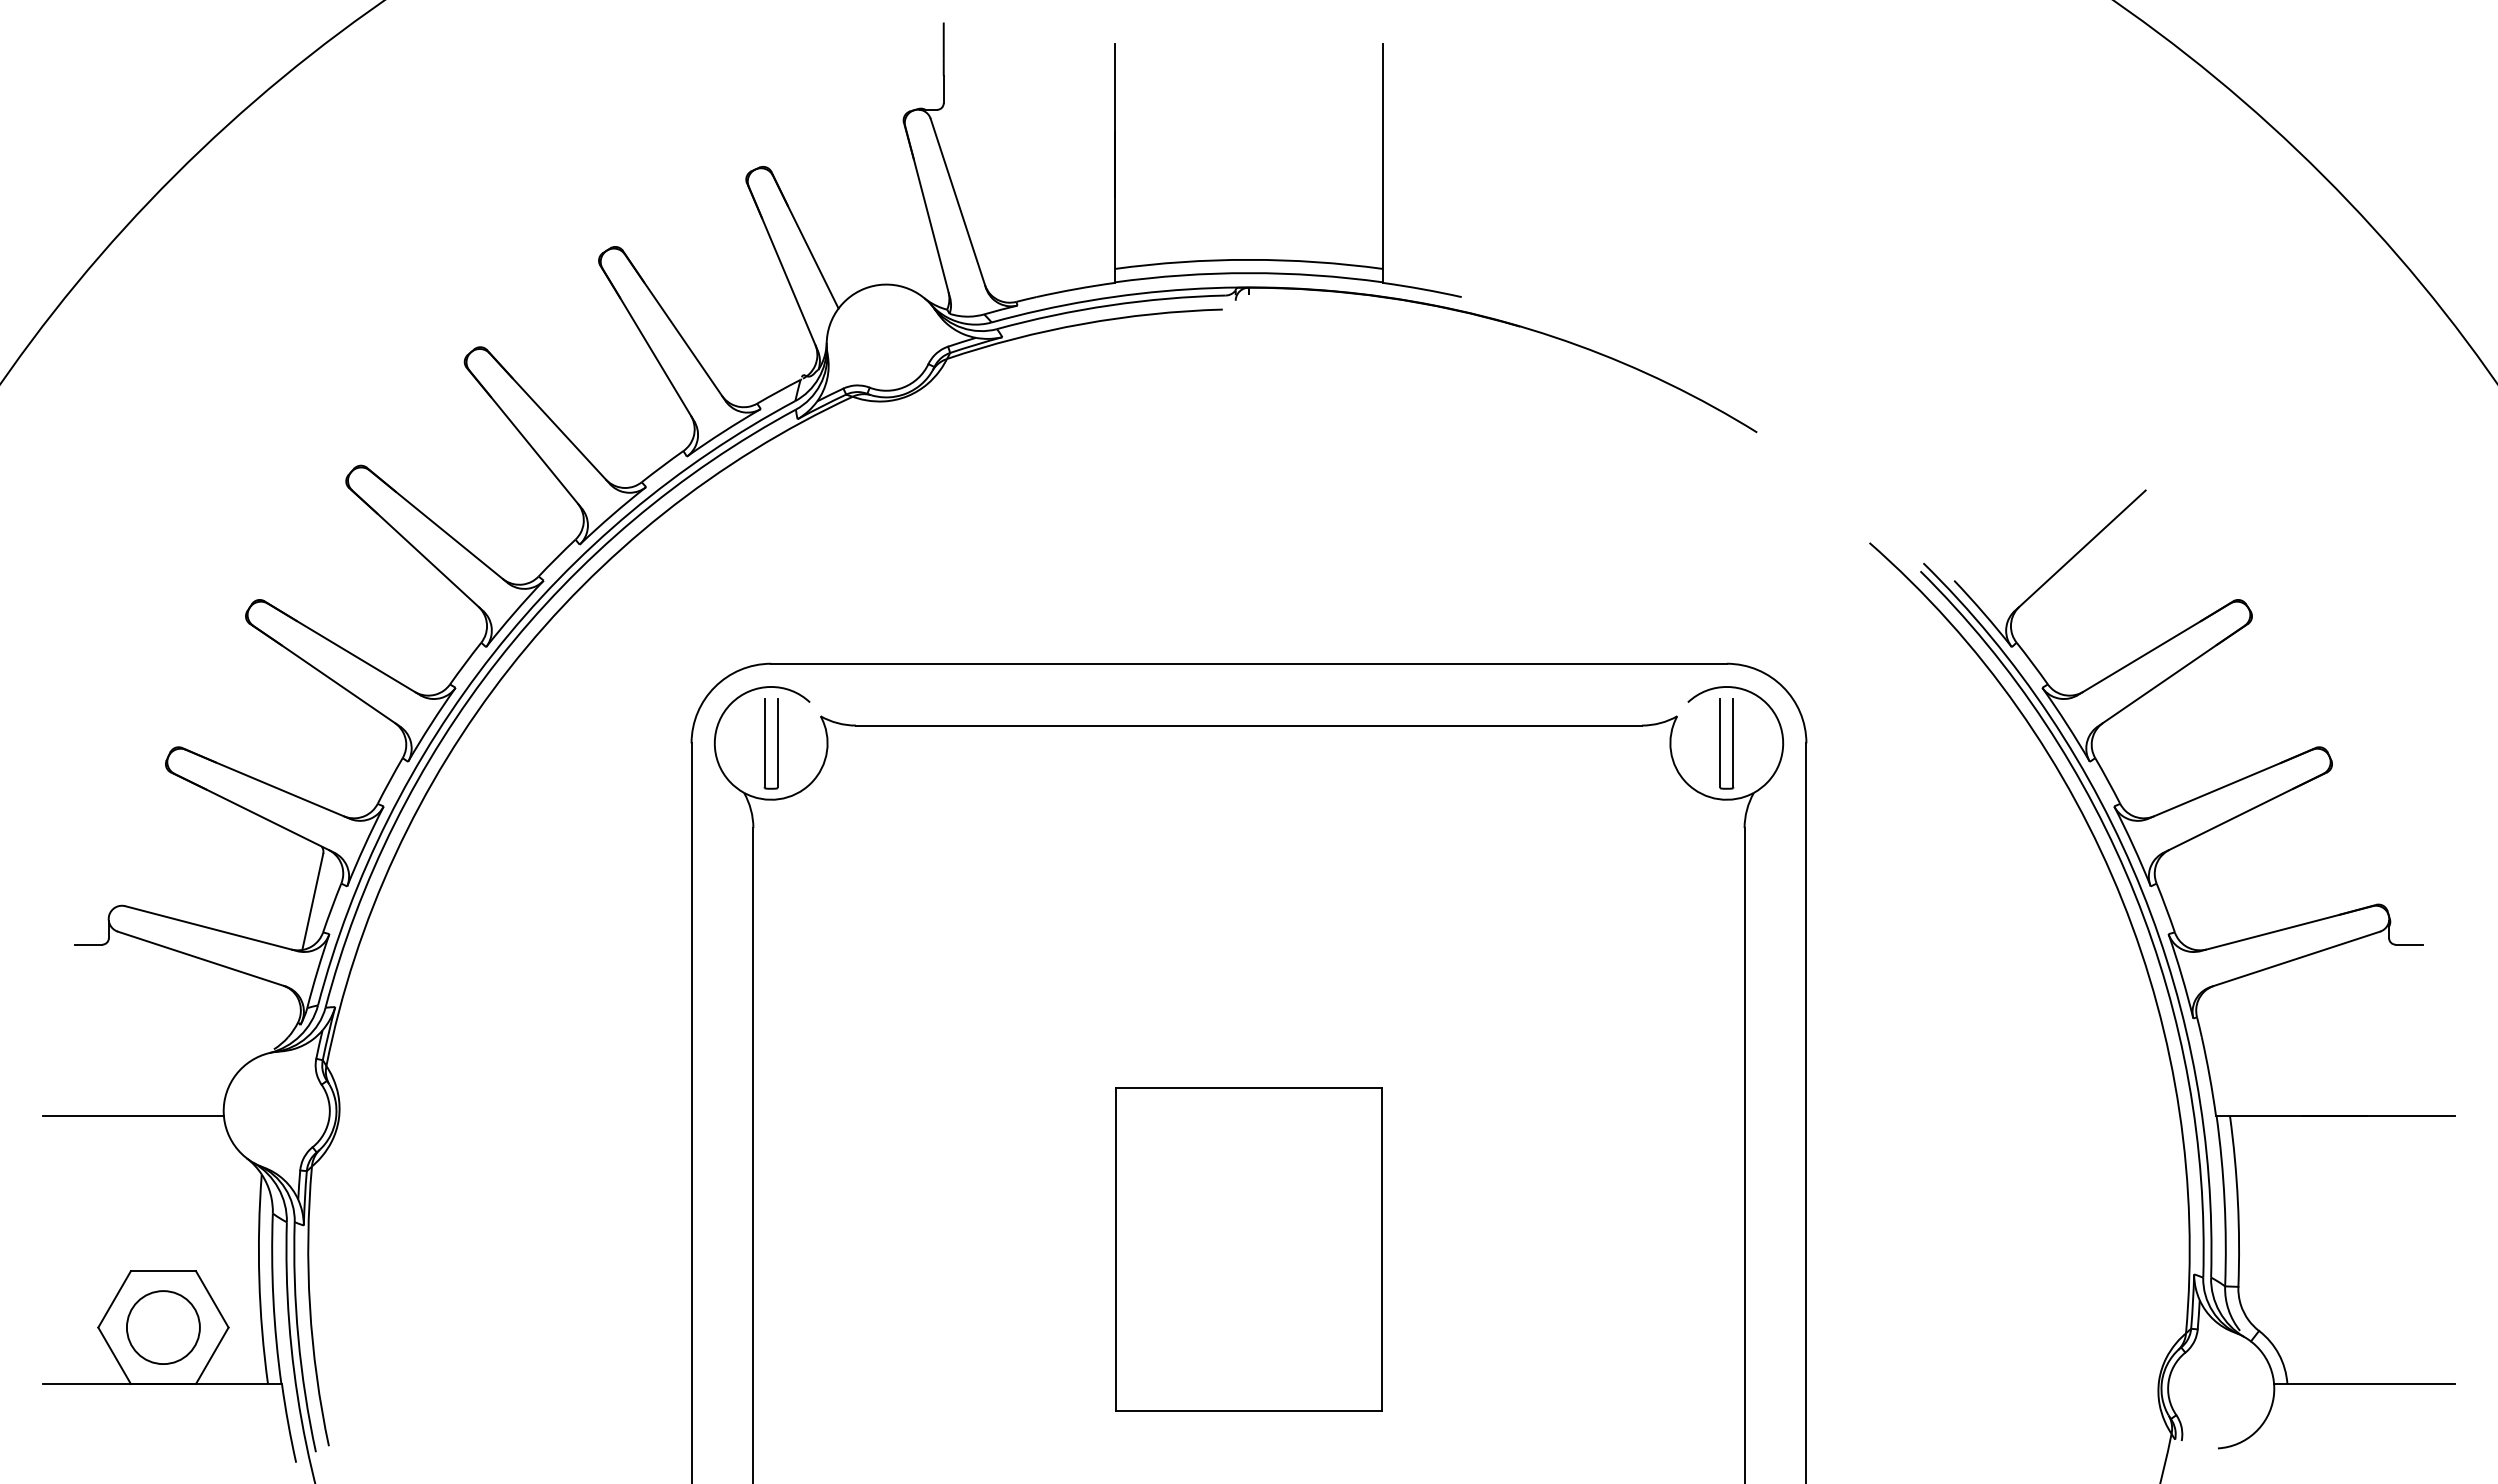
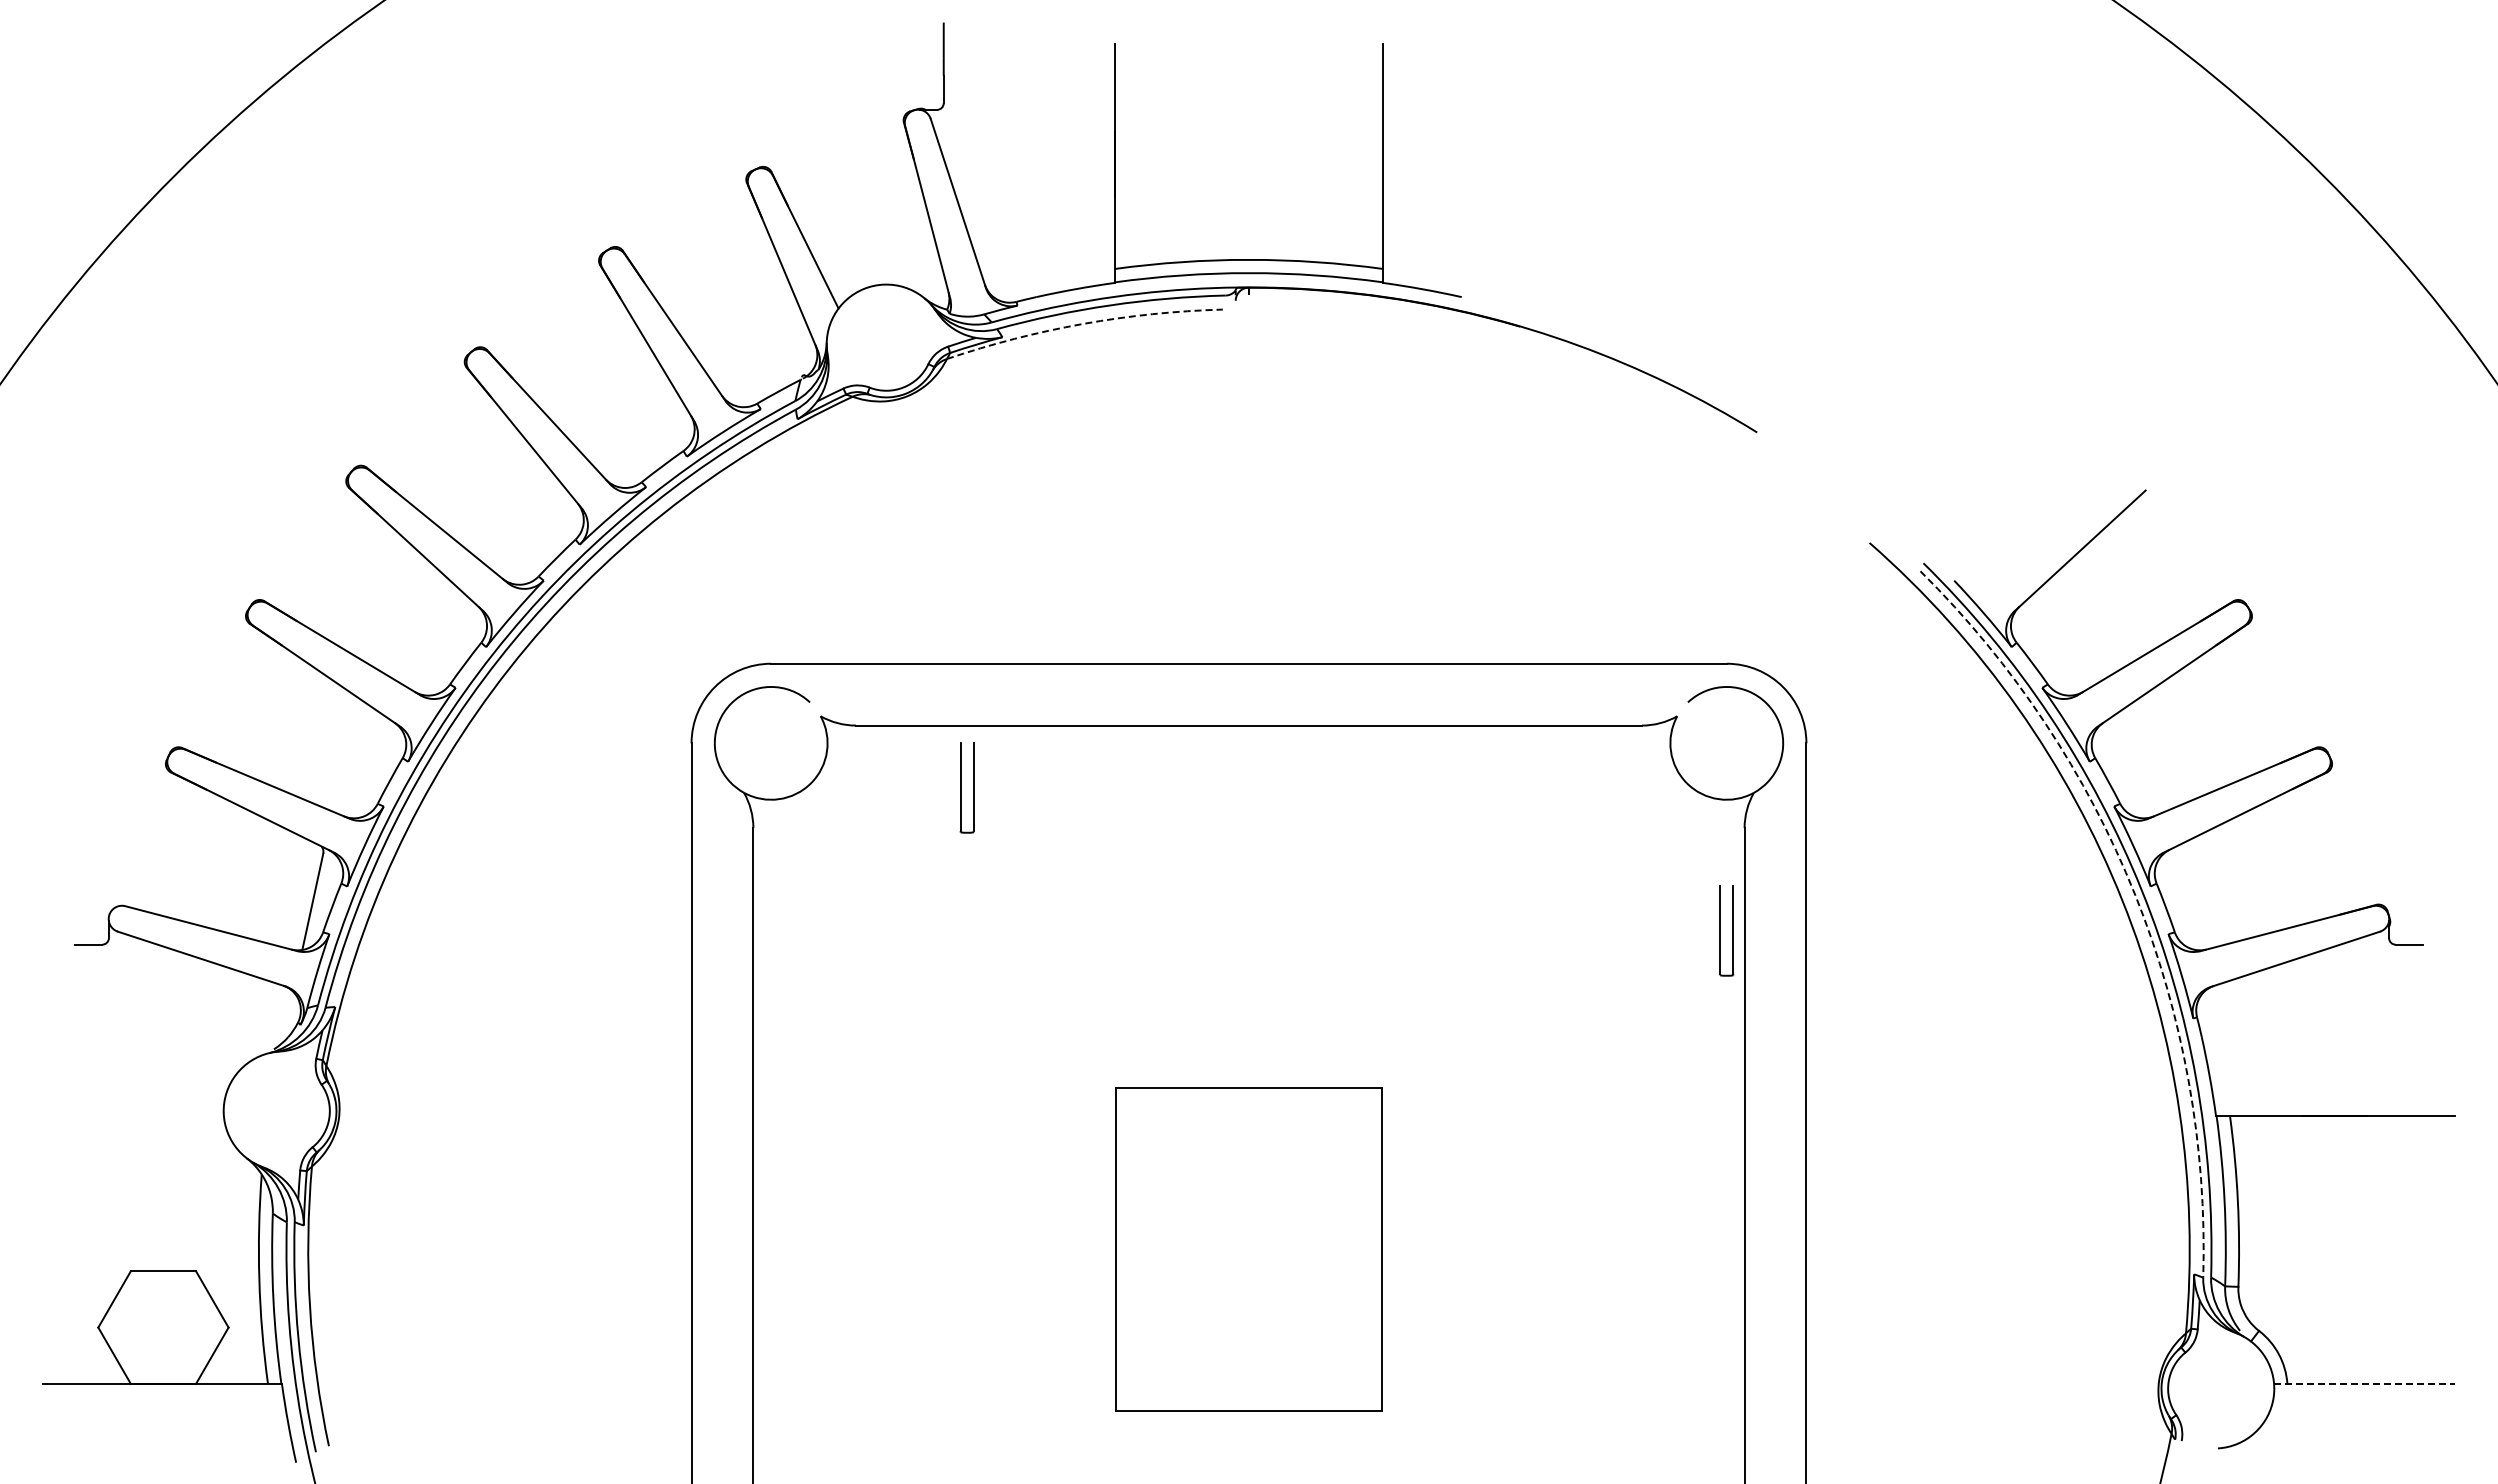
arc at (1083, 323): solid -> dashed
part at (770, 743) position: (770, 743) -> (966, 787)
part at (1726, 743) position: (1726, 743) -> (1726, 930)
arc at (2135, 895): solid -> dashed
line at (133, 1115): present -> none
circle at (163, 1327): present -> none
line at (2364, 1384): solid -> dashed
